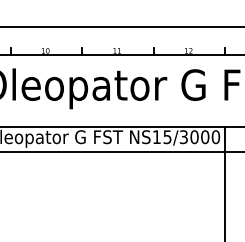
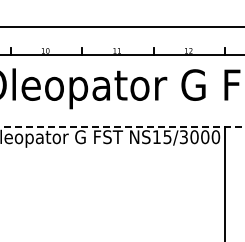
line at (122, 126): solid -> dashed
line at (121, 151): present -> none
